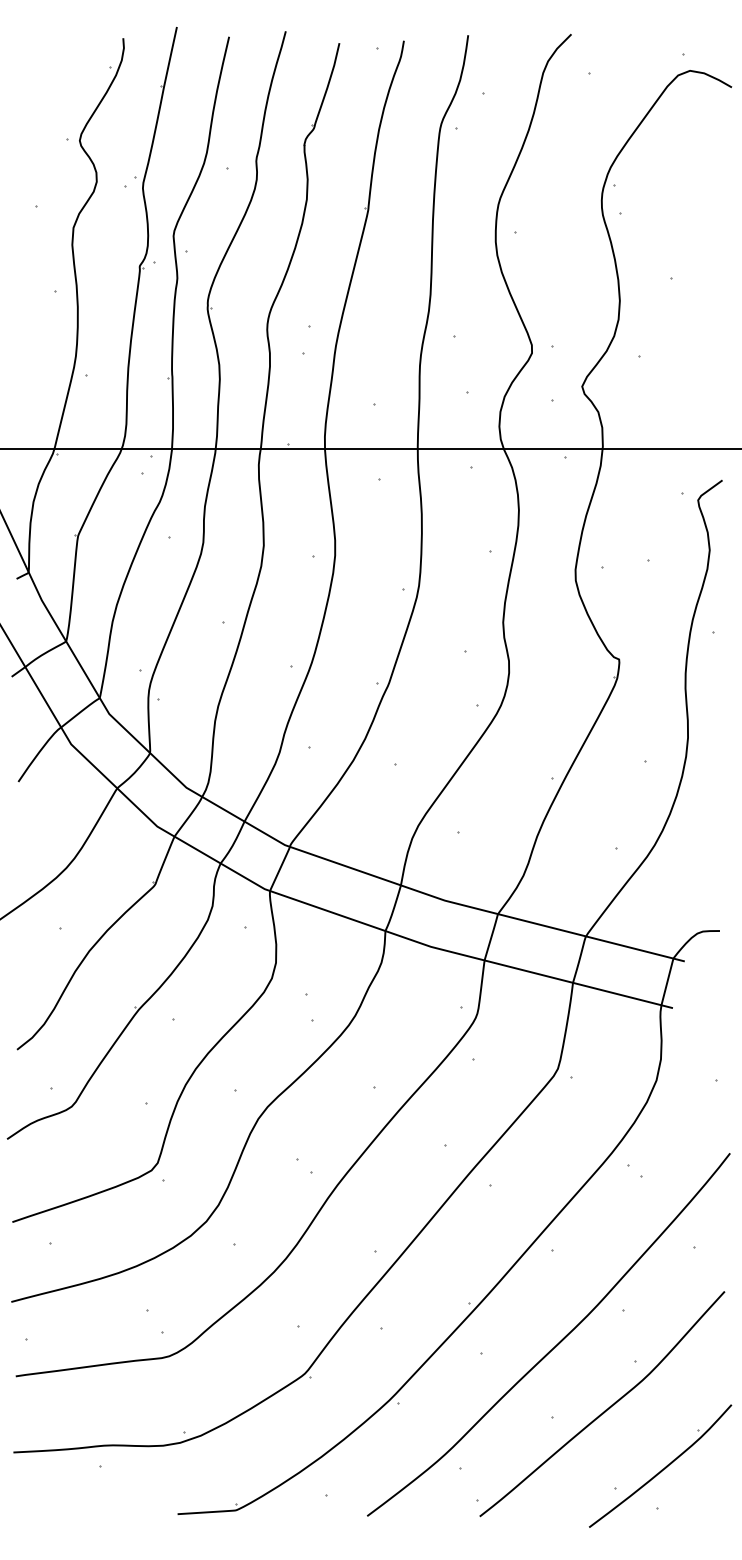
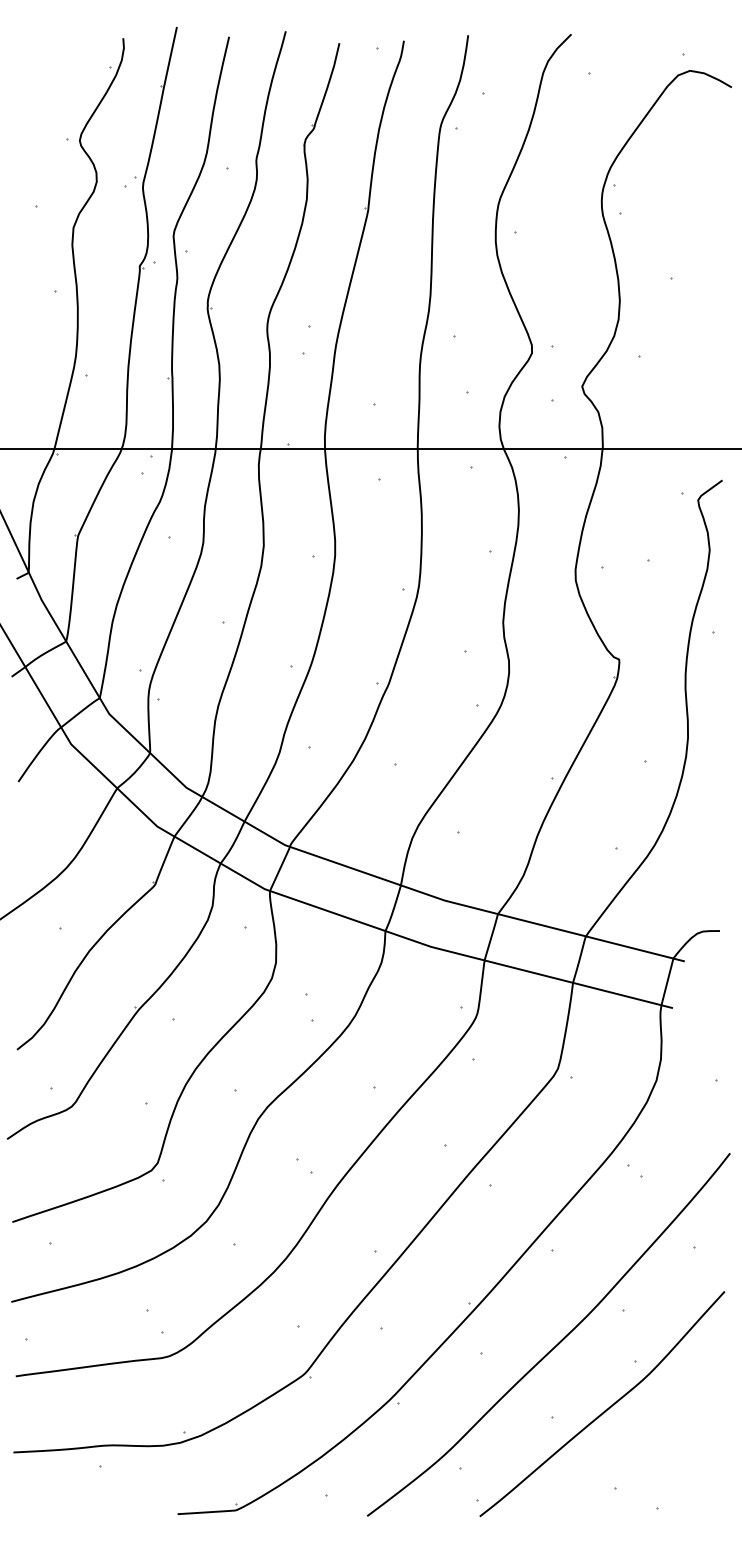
part at (660, 1465): present -> none
